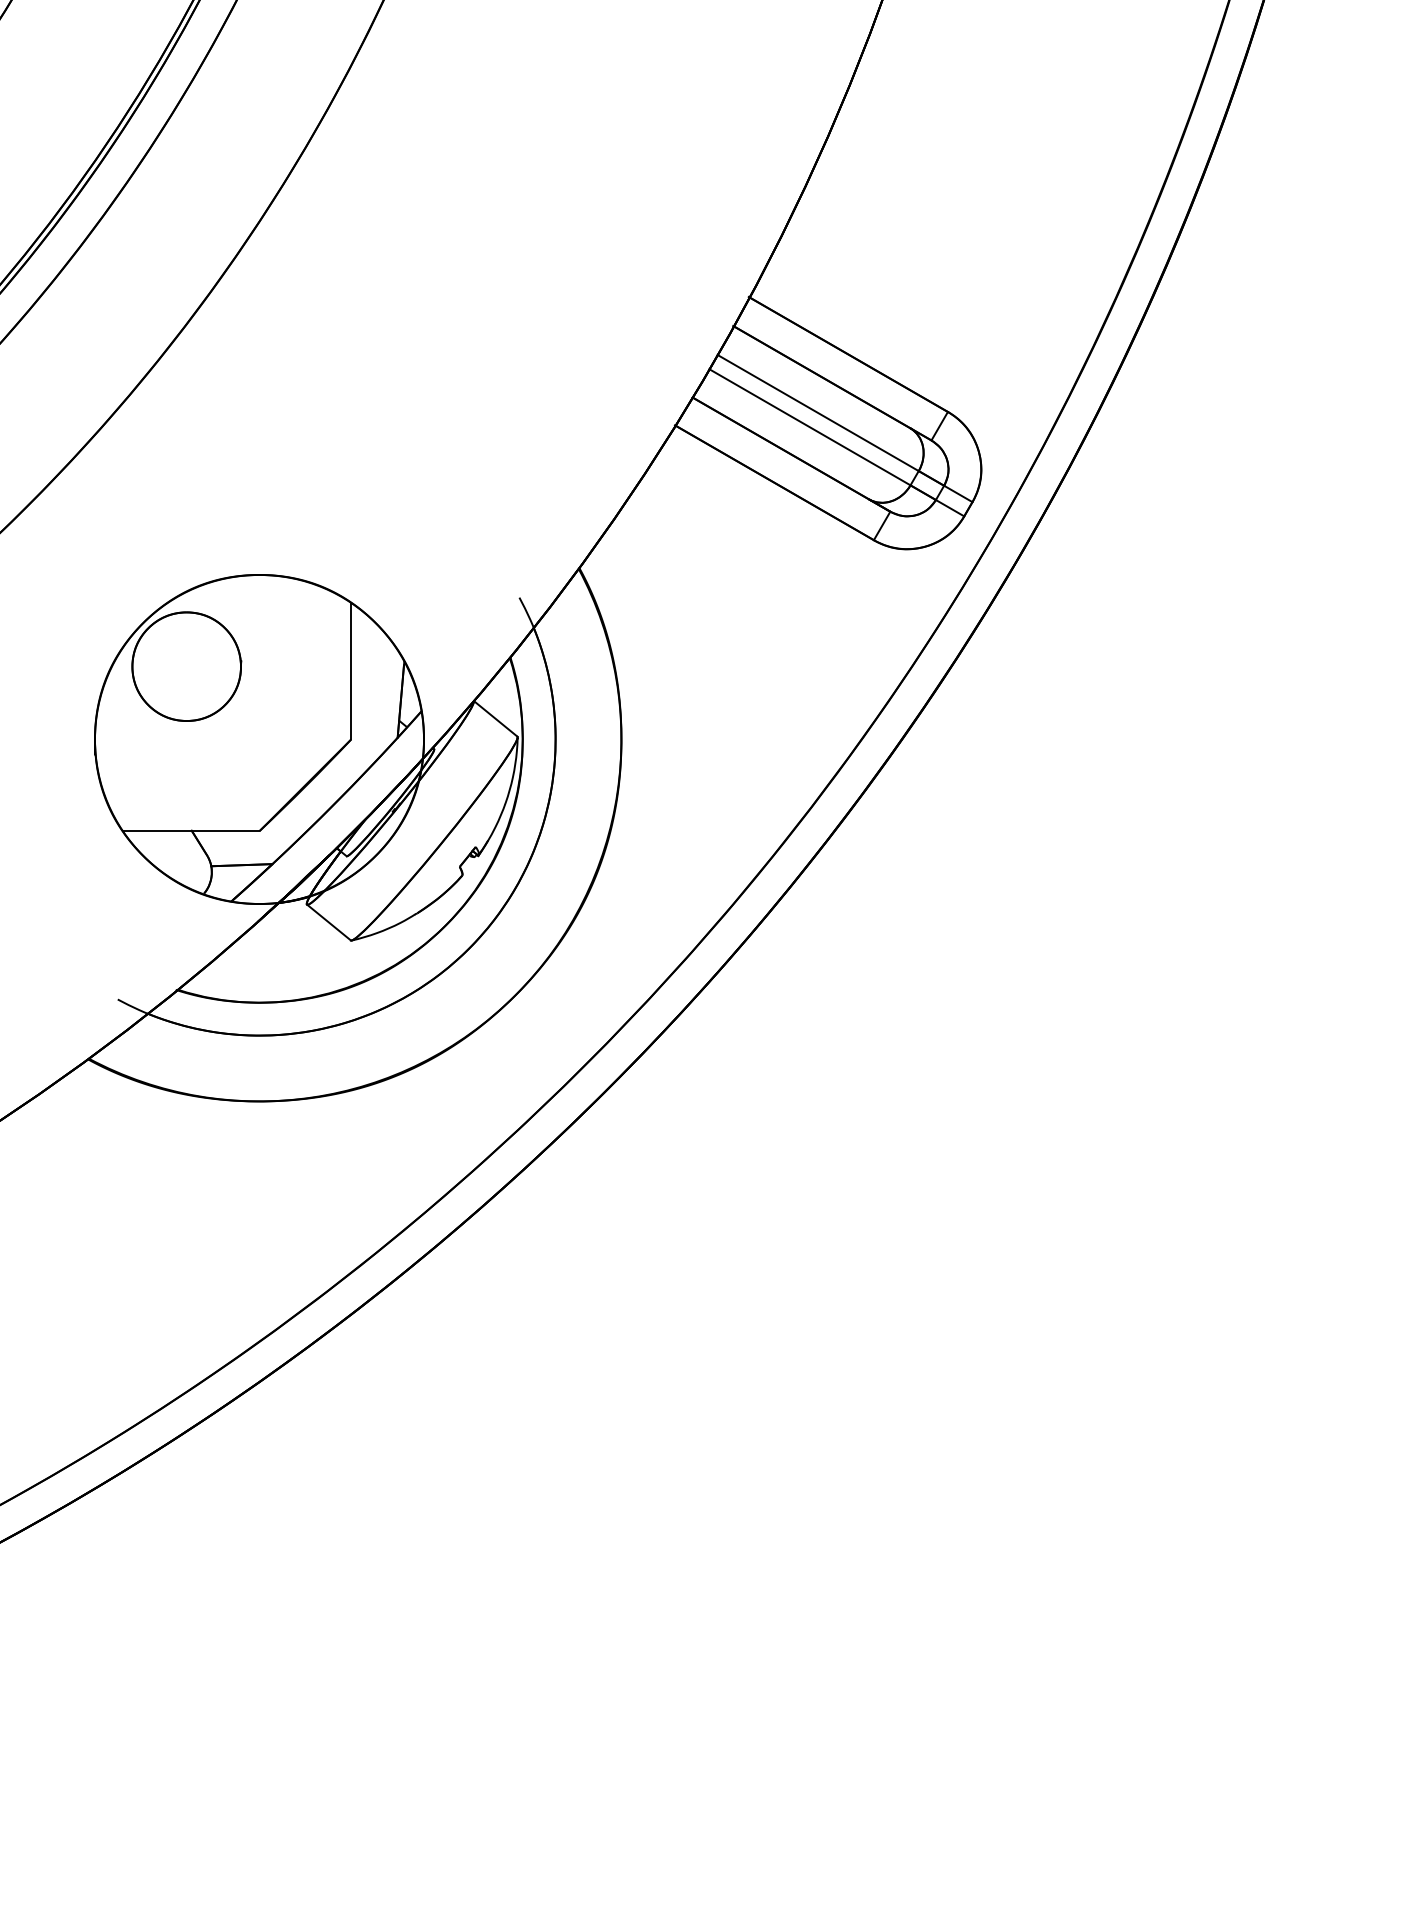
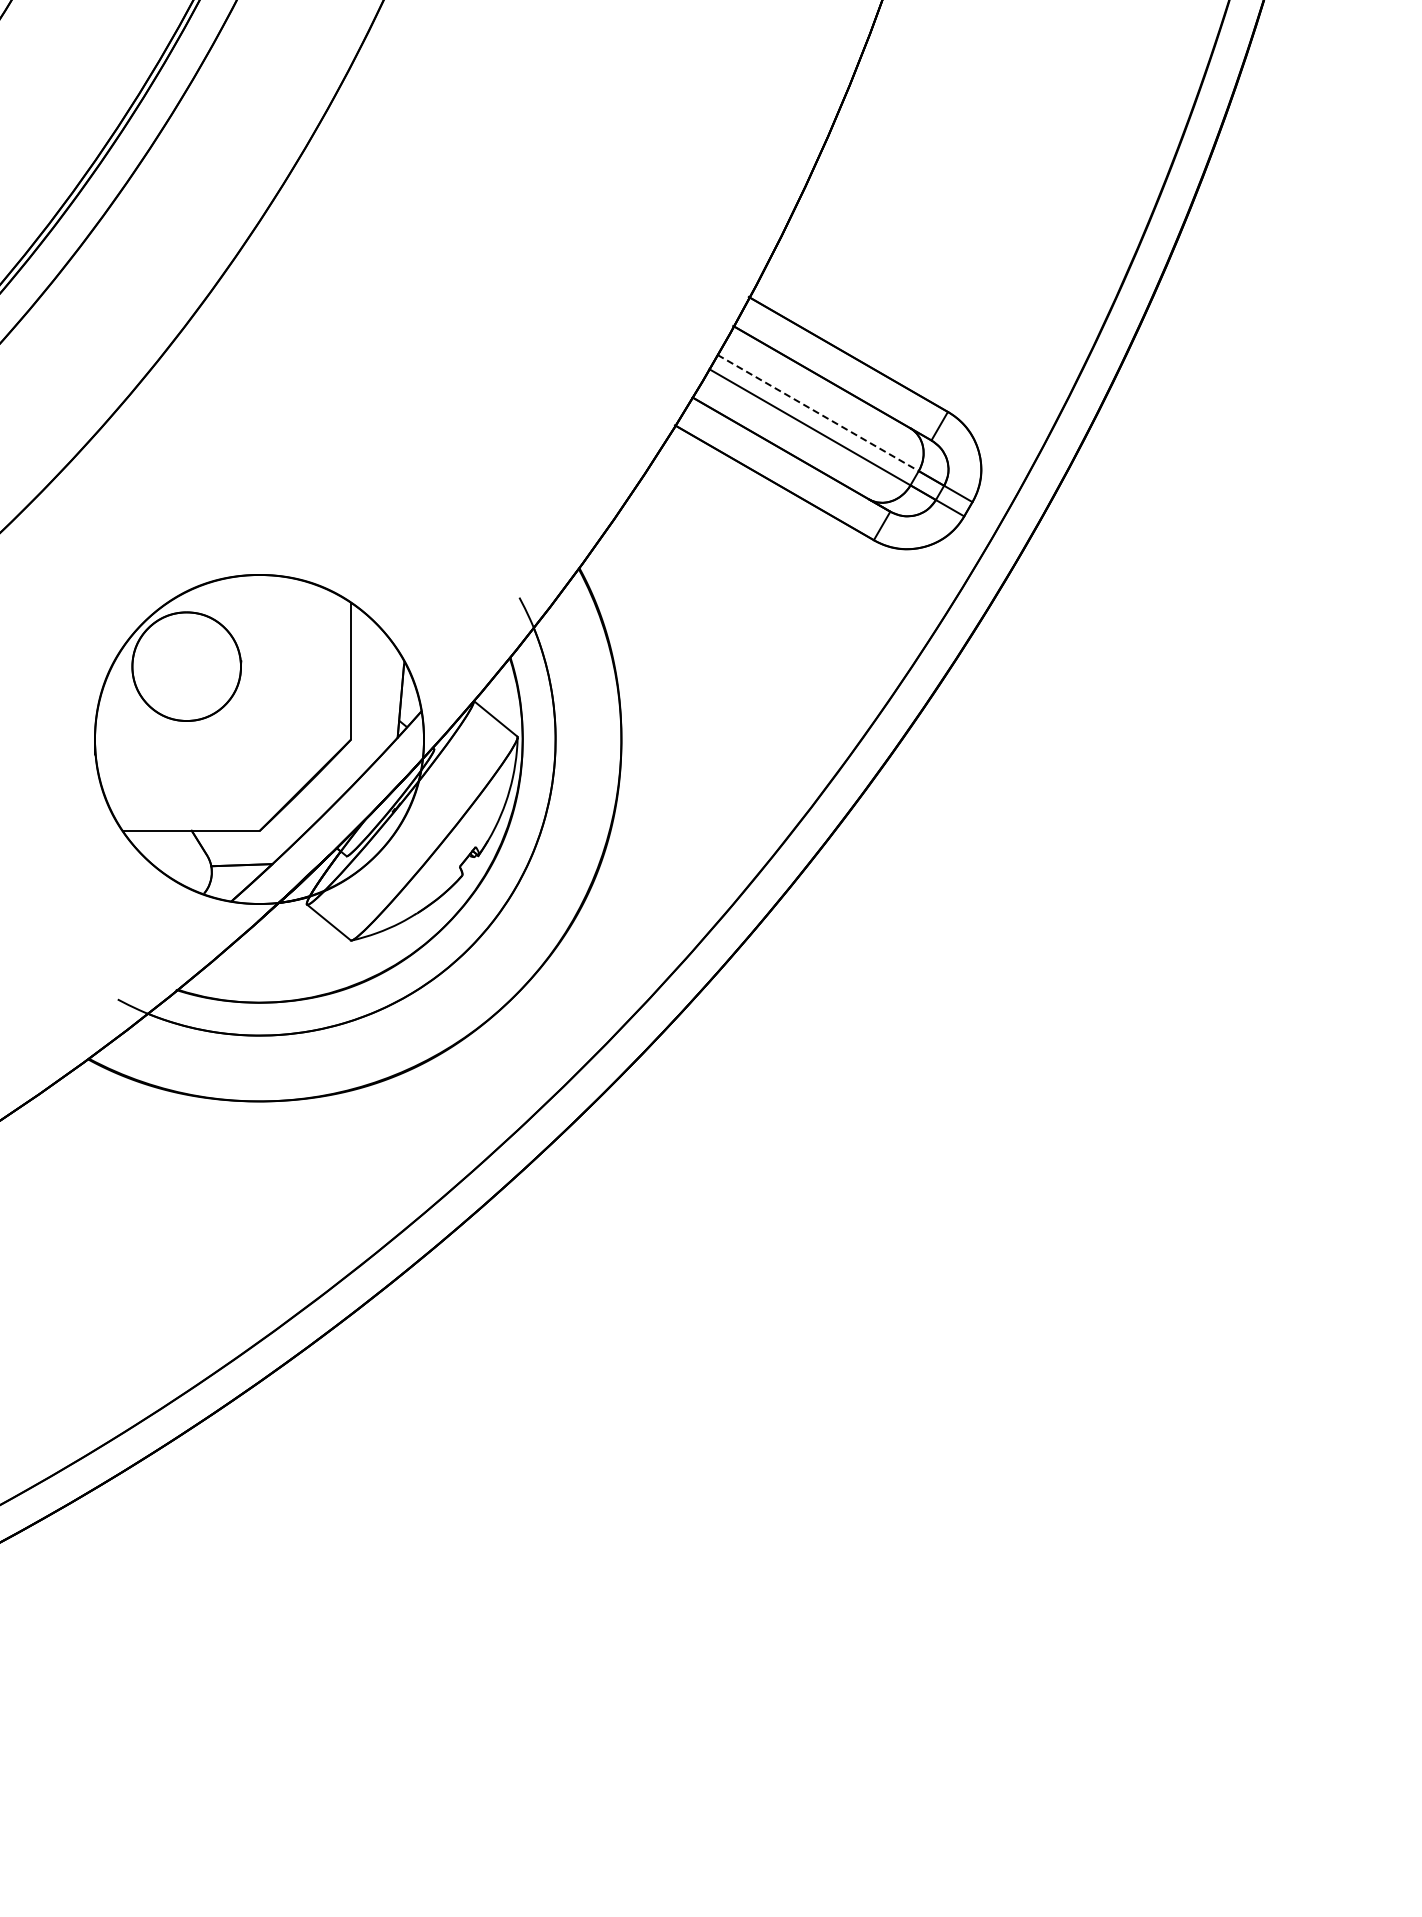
line at (818, 413): solid -> dashed
